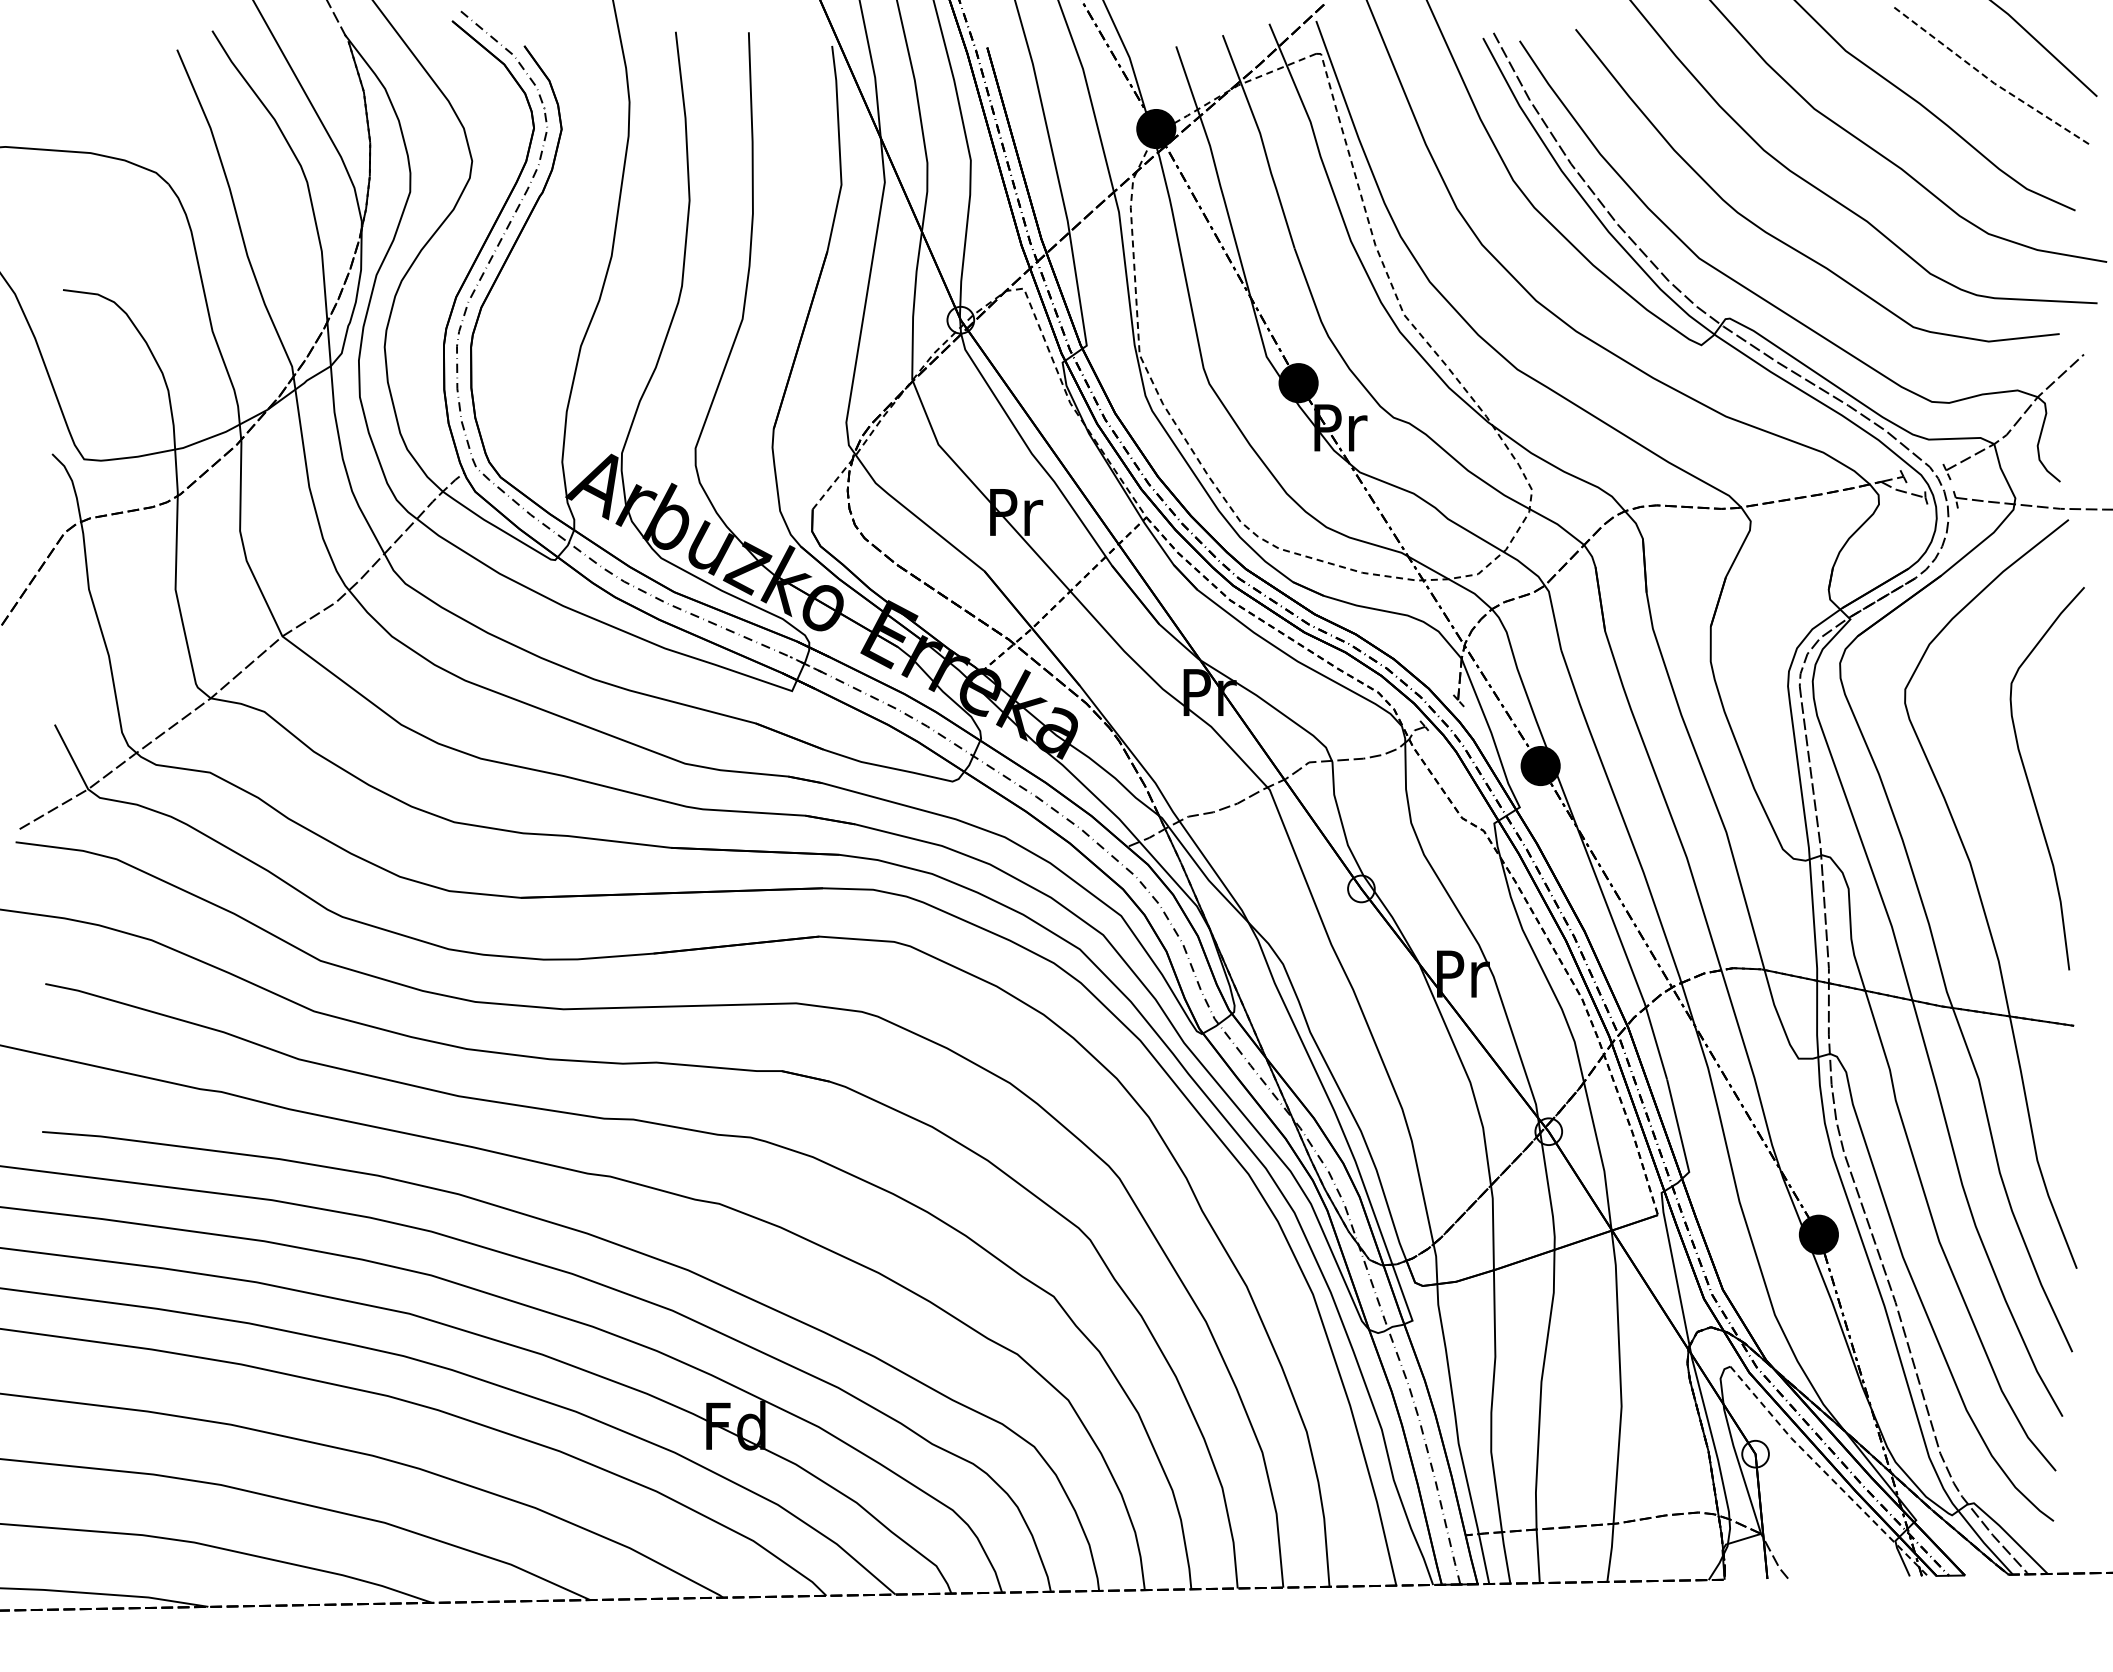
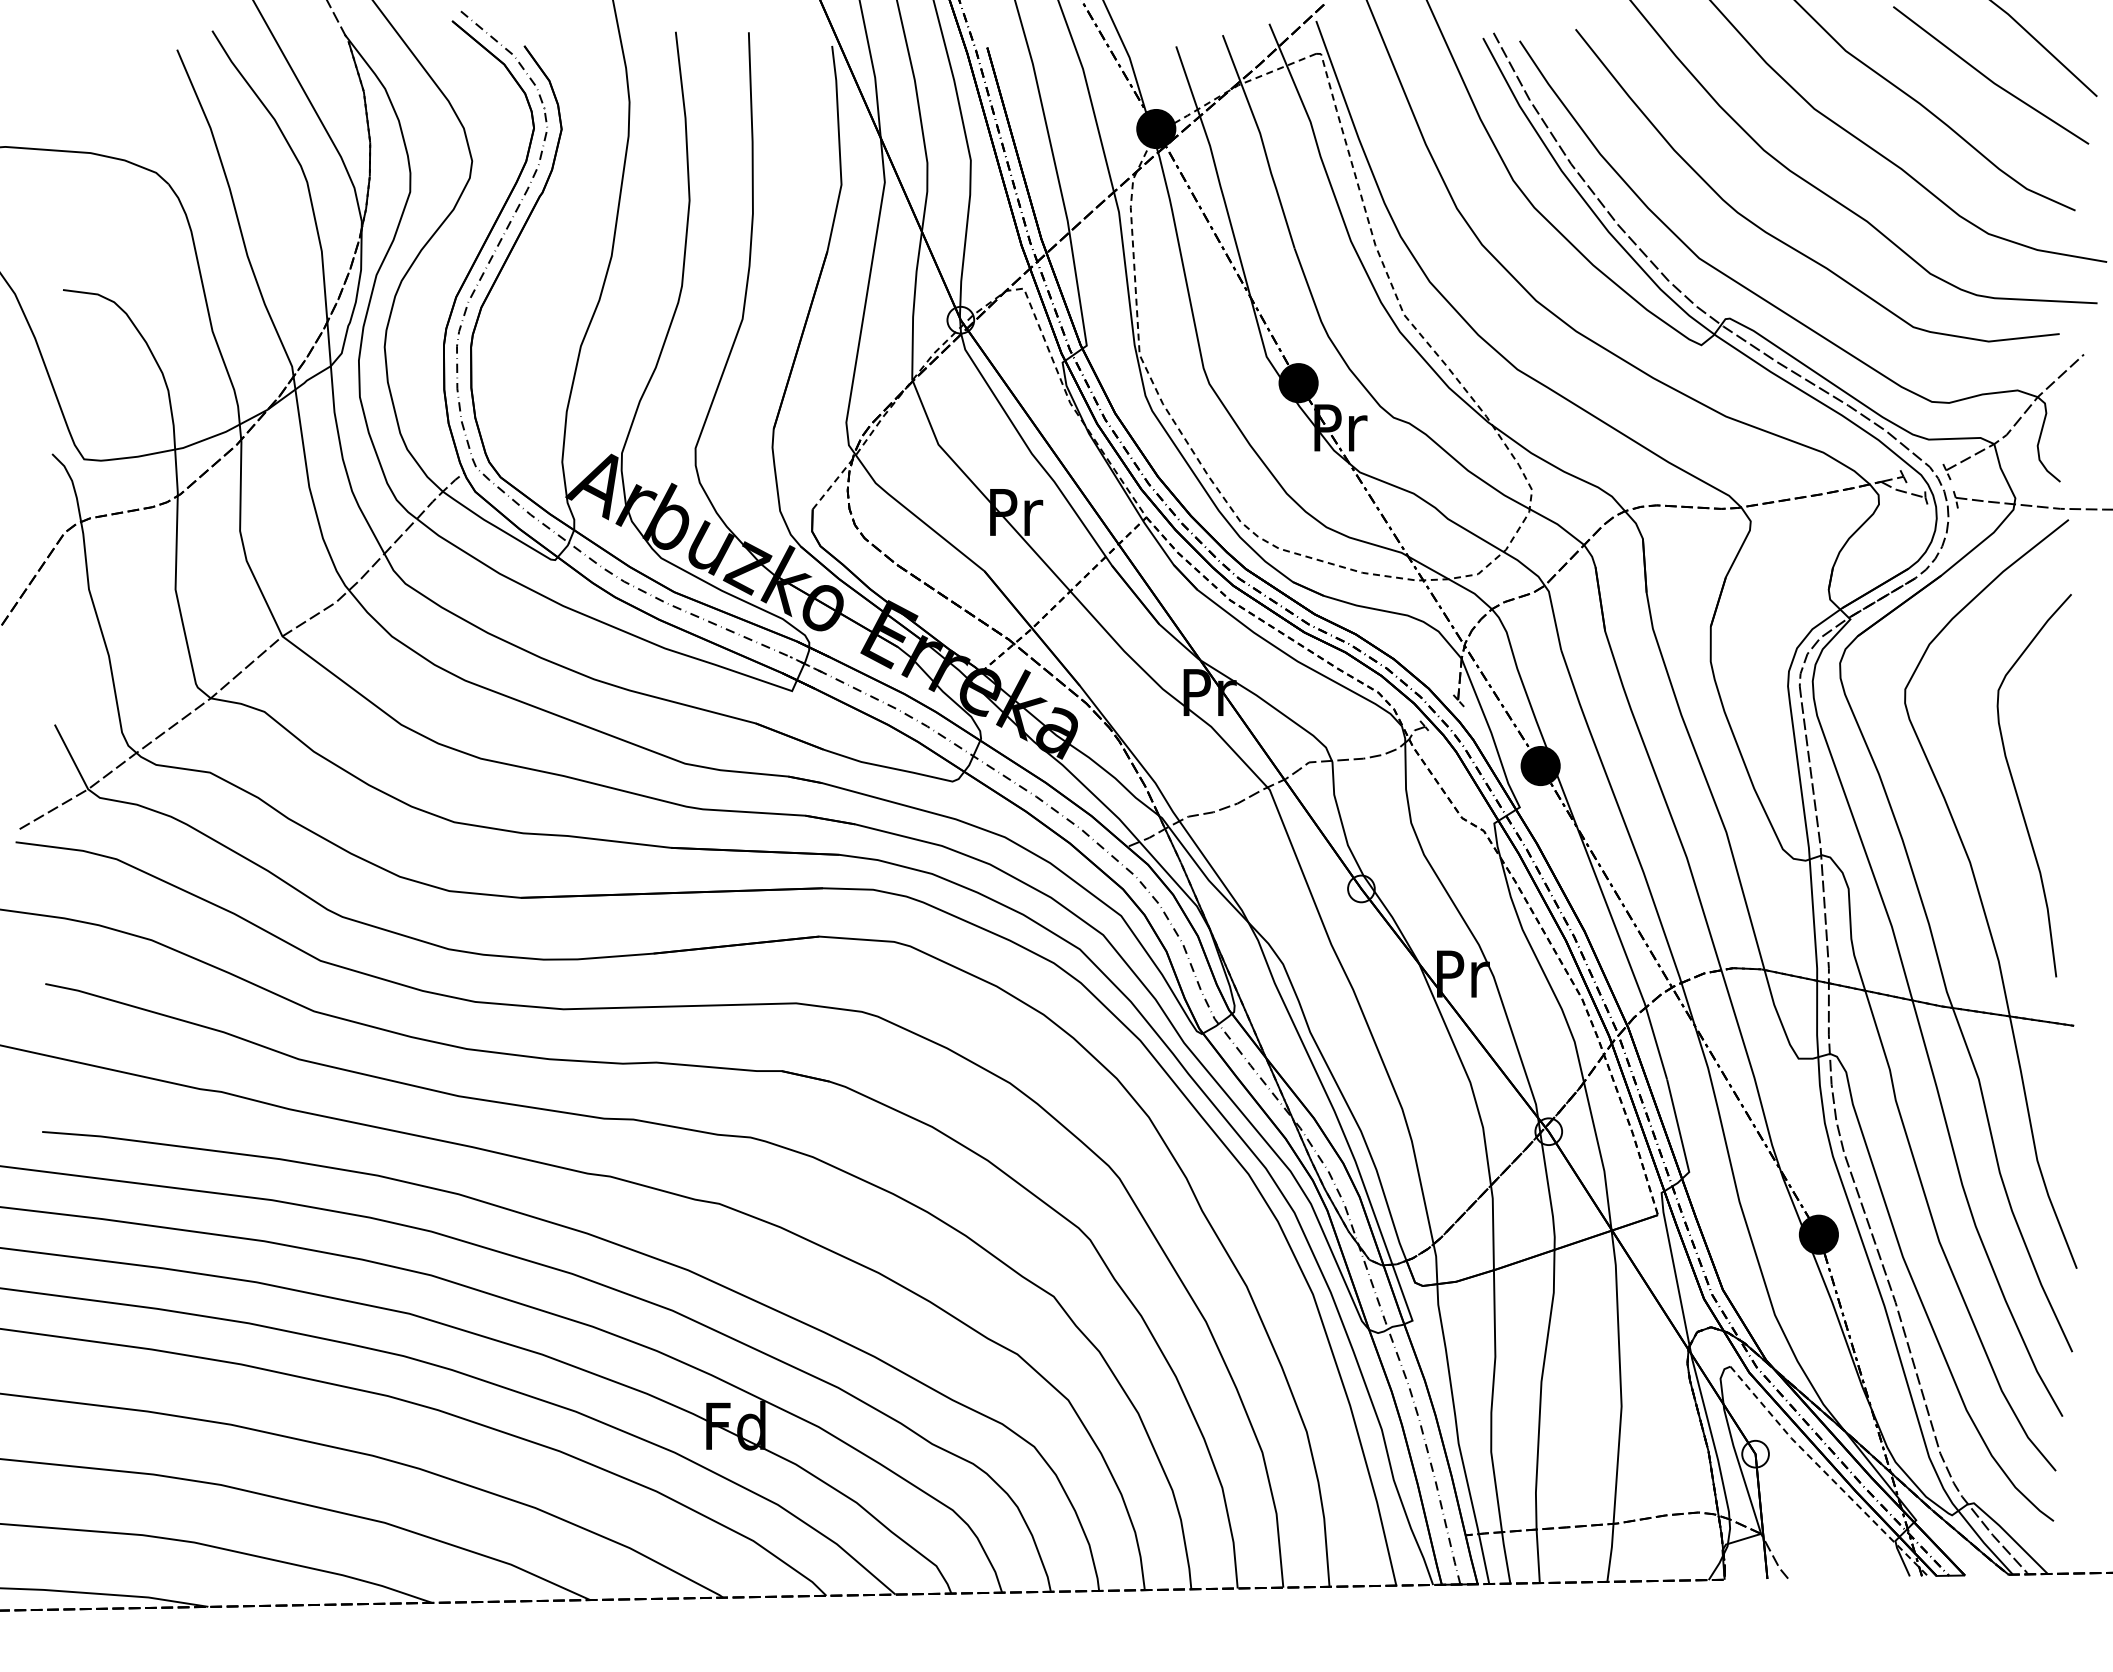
line at (1988, 79): dashed -> solid
curve at (2029, 781) position: (2029, 781) -> (2016, 788)
